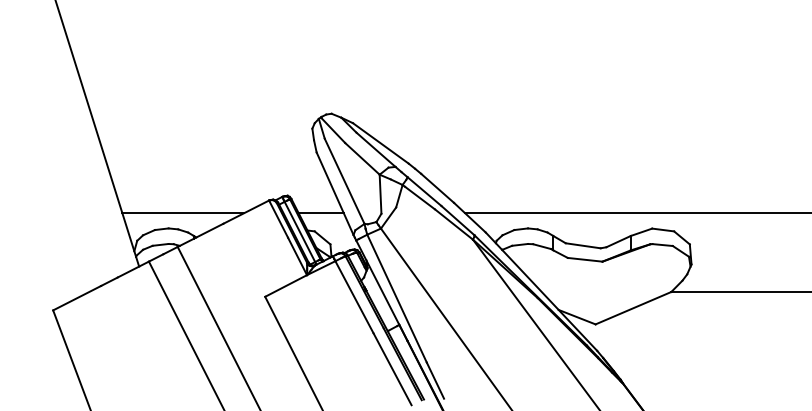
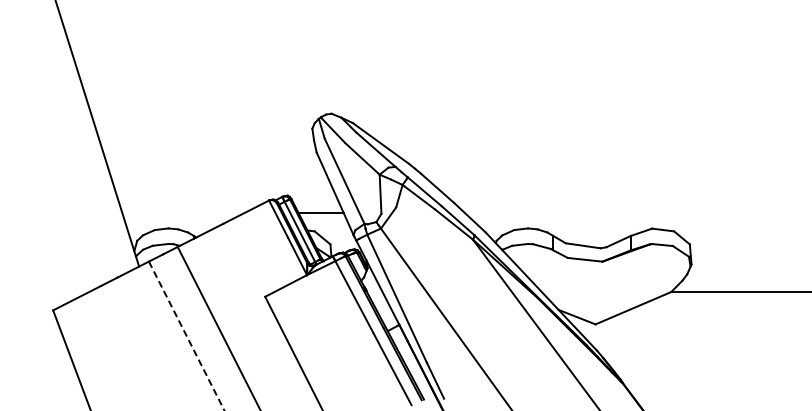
line at (182, 213): present -> none
line at (636, 213): present -> none
line at (186, 336): solid -> dashed
